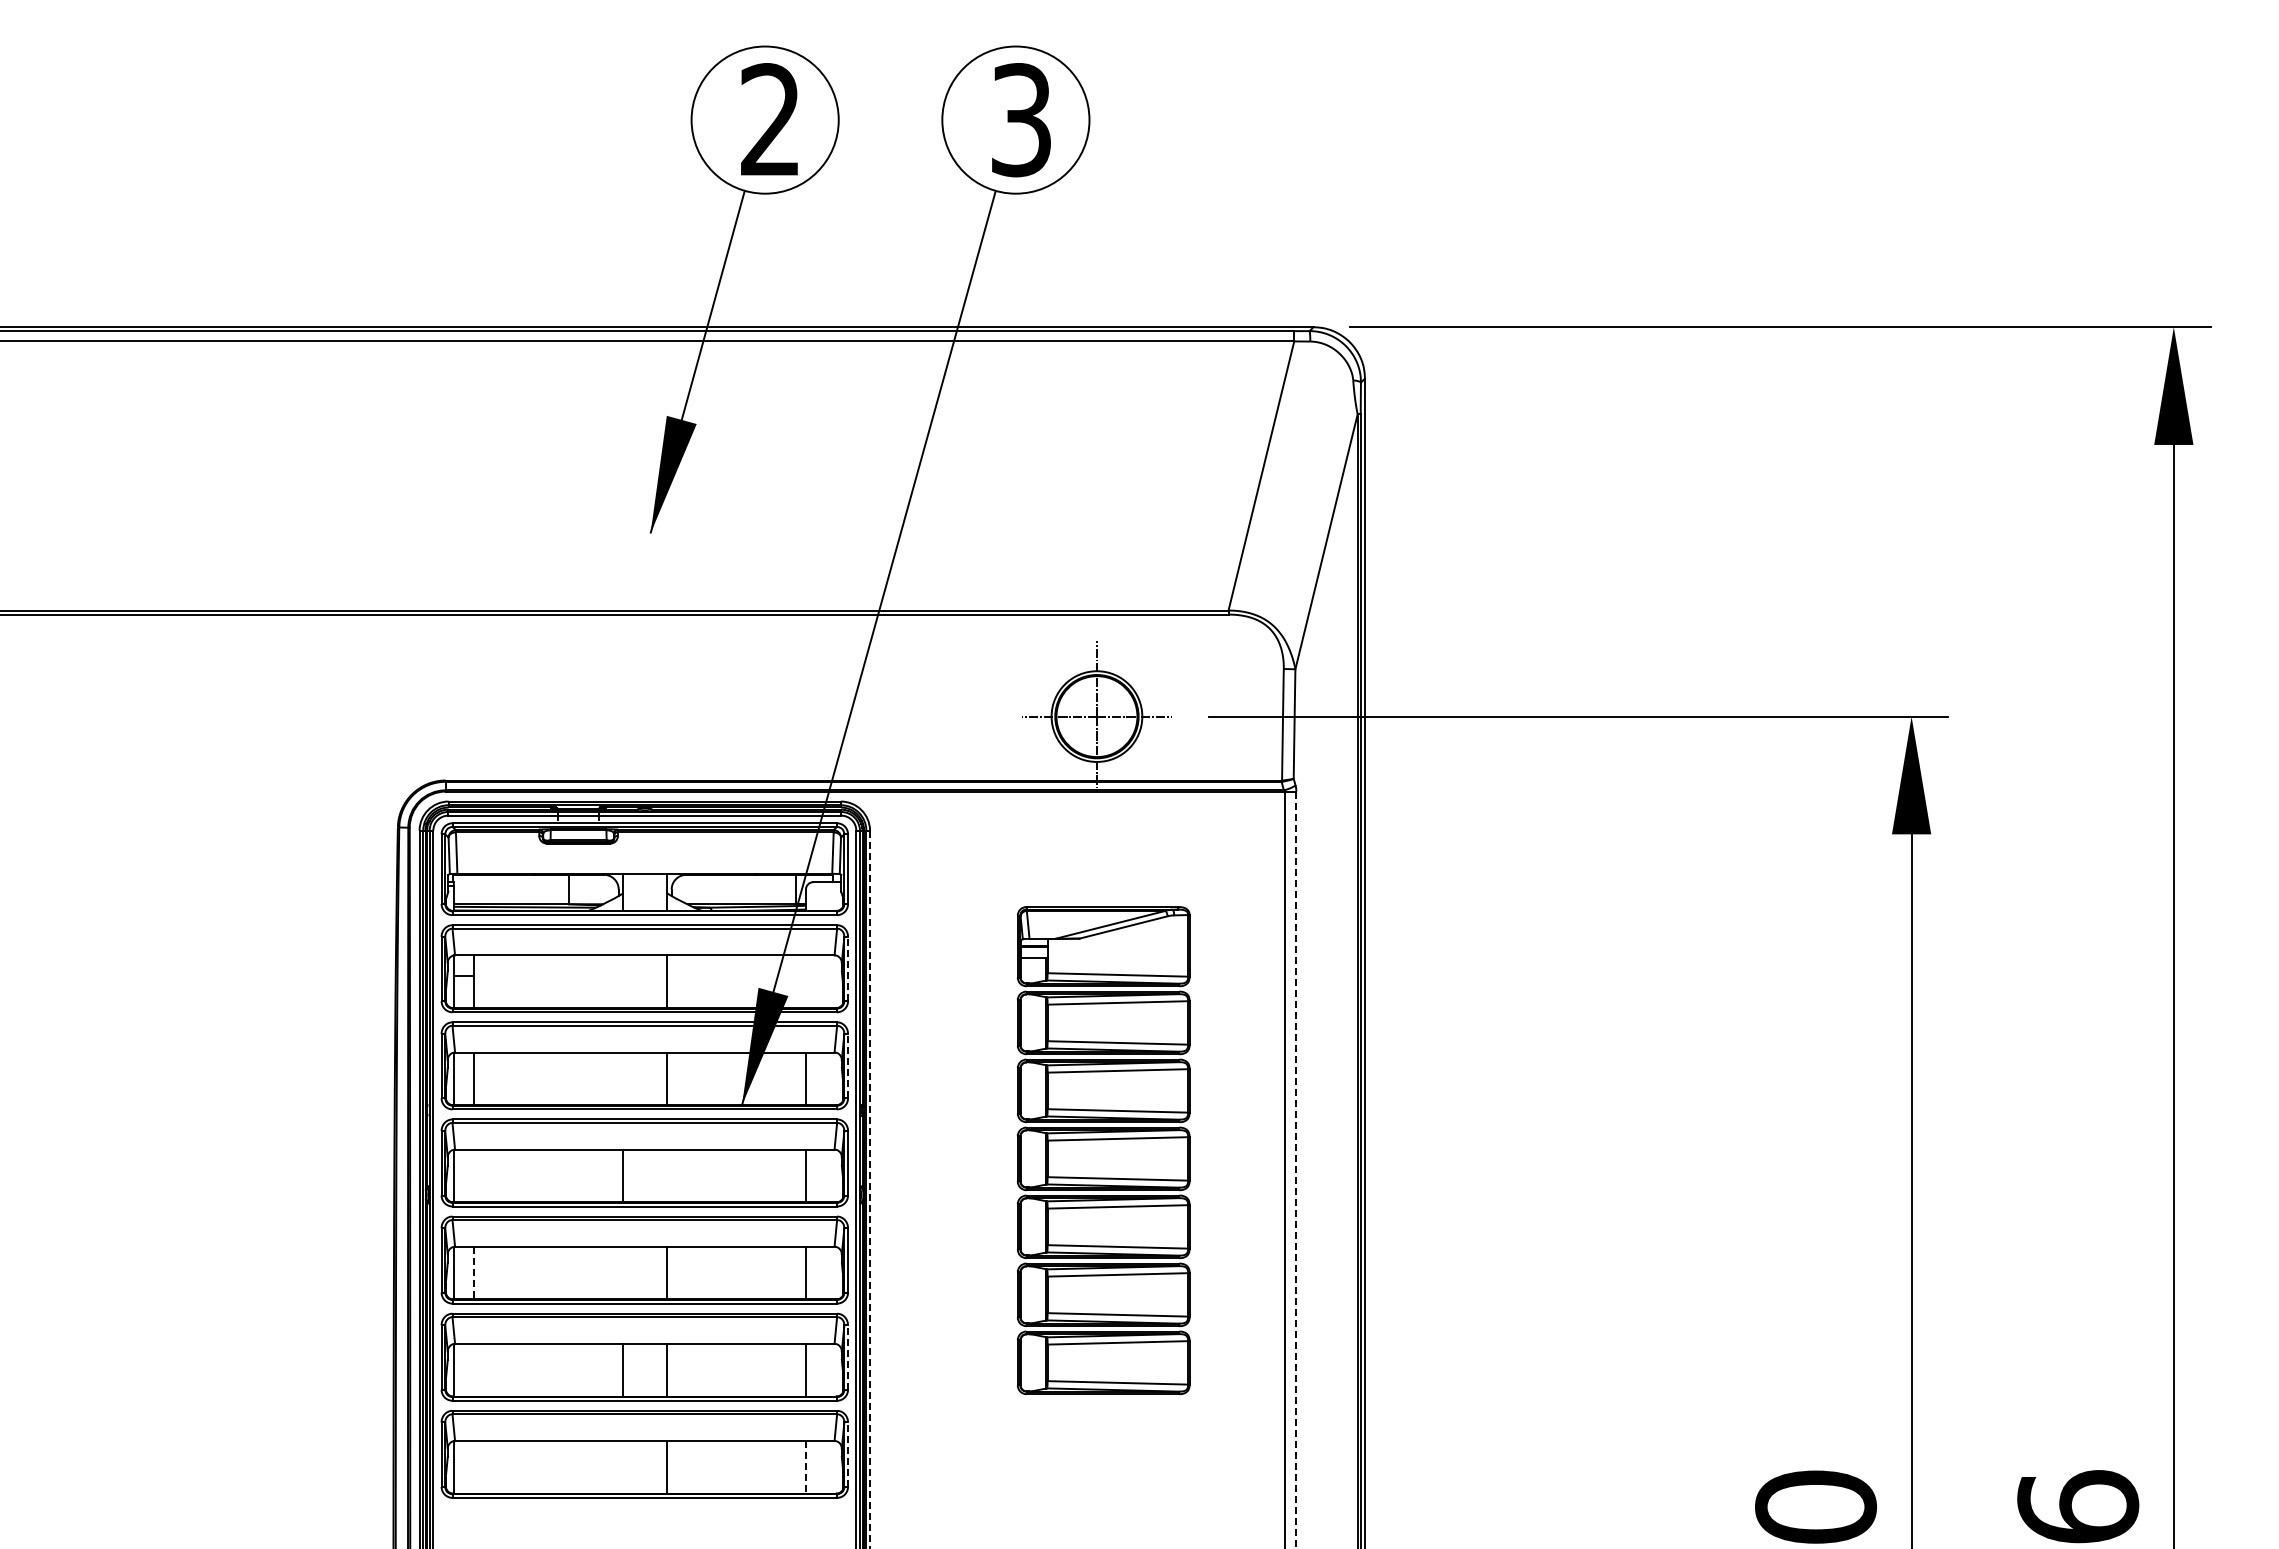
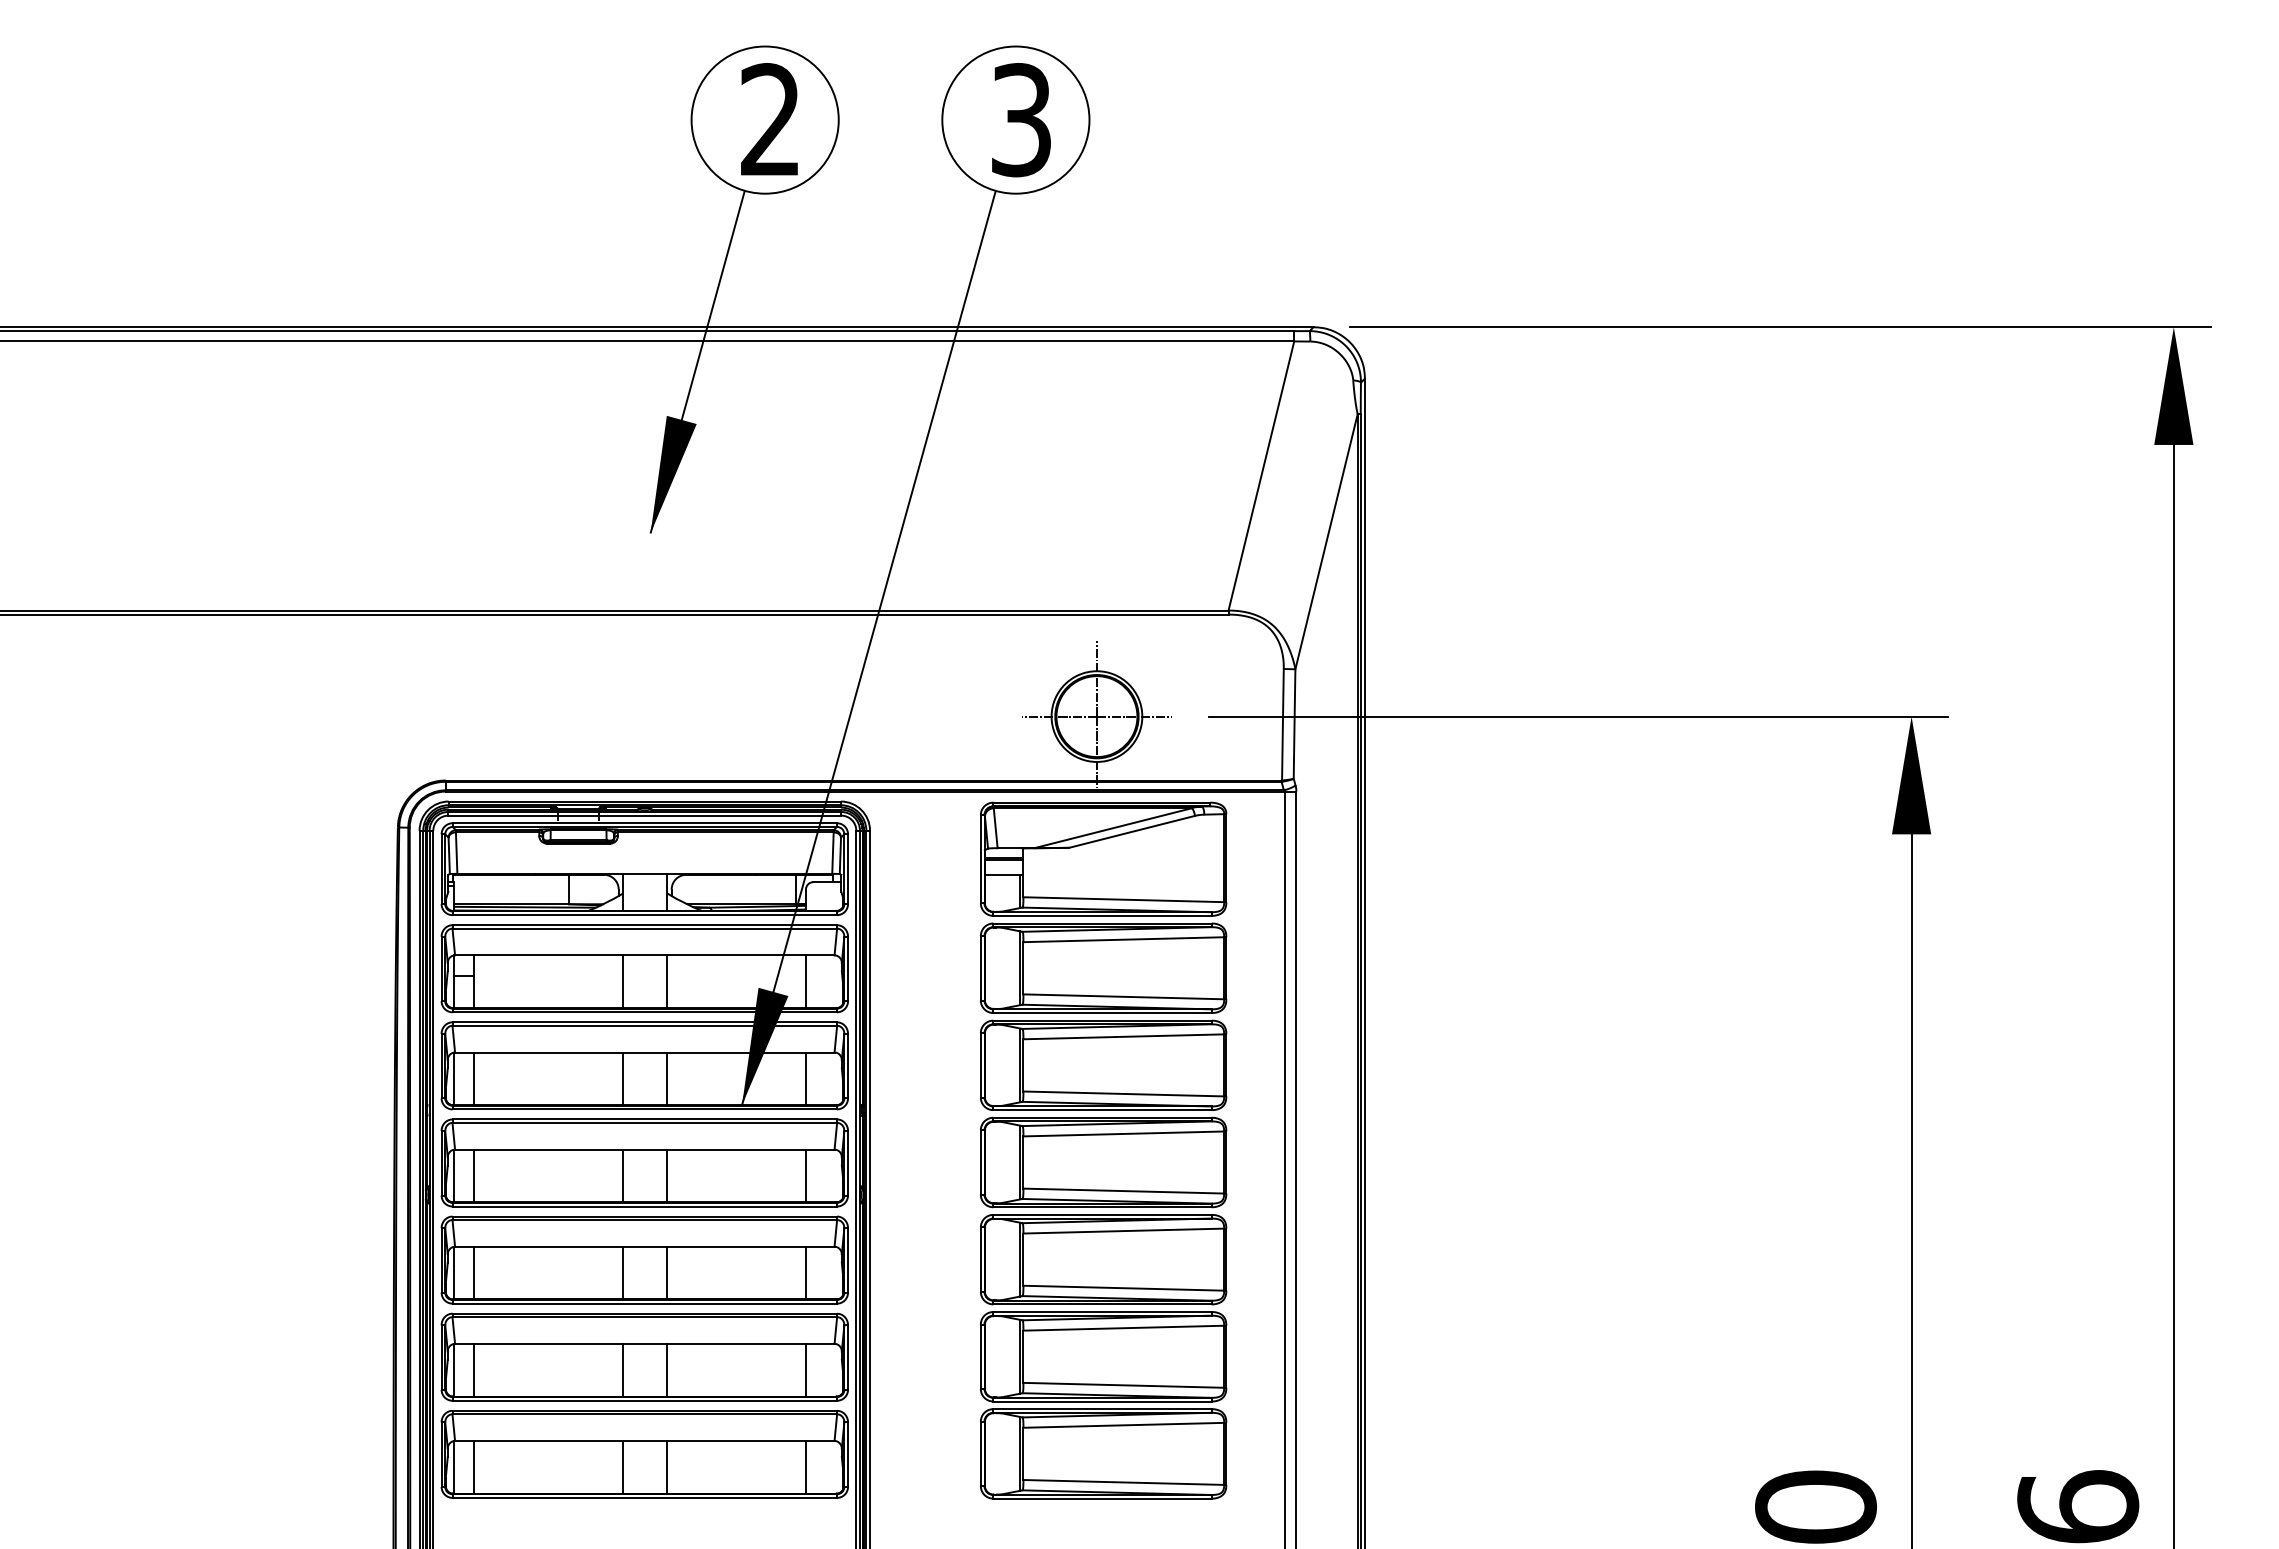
line at (848, 968): dashed -> solid
line at (623, 981): none -> present
line at (805, 981): none -> present
line at (848, 1065): dashed -> solid
line at (623, 1078): none -> present
part at (1103, 1150) size: 175x490 px -> 248x699 px
line at (1296, 1170): dashed -> solid
line at (474, 1175): none -> present
line at (667, 1175): none -> present
line at (870, 1189): dashed -> solid
line at (623, 1272): none -> present
line at (474, 1273): dashed -> solid
line at (848, 1357): dashed -> solid
line at (474, 1369): none -> present
line at (848, 1454): dashed -> solid
line at (474, 1467): none -> present
line at (623, 1467): none -> present
line at (805, 1467): dashed -> solid
